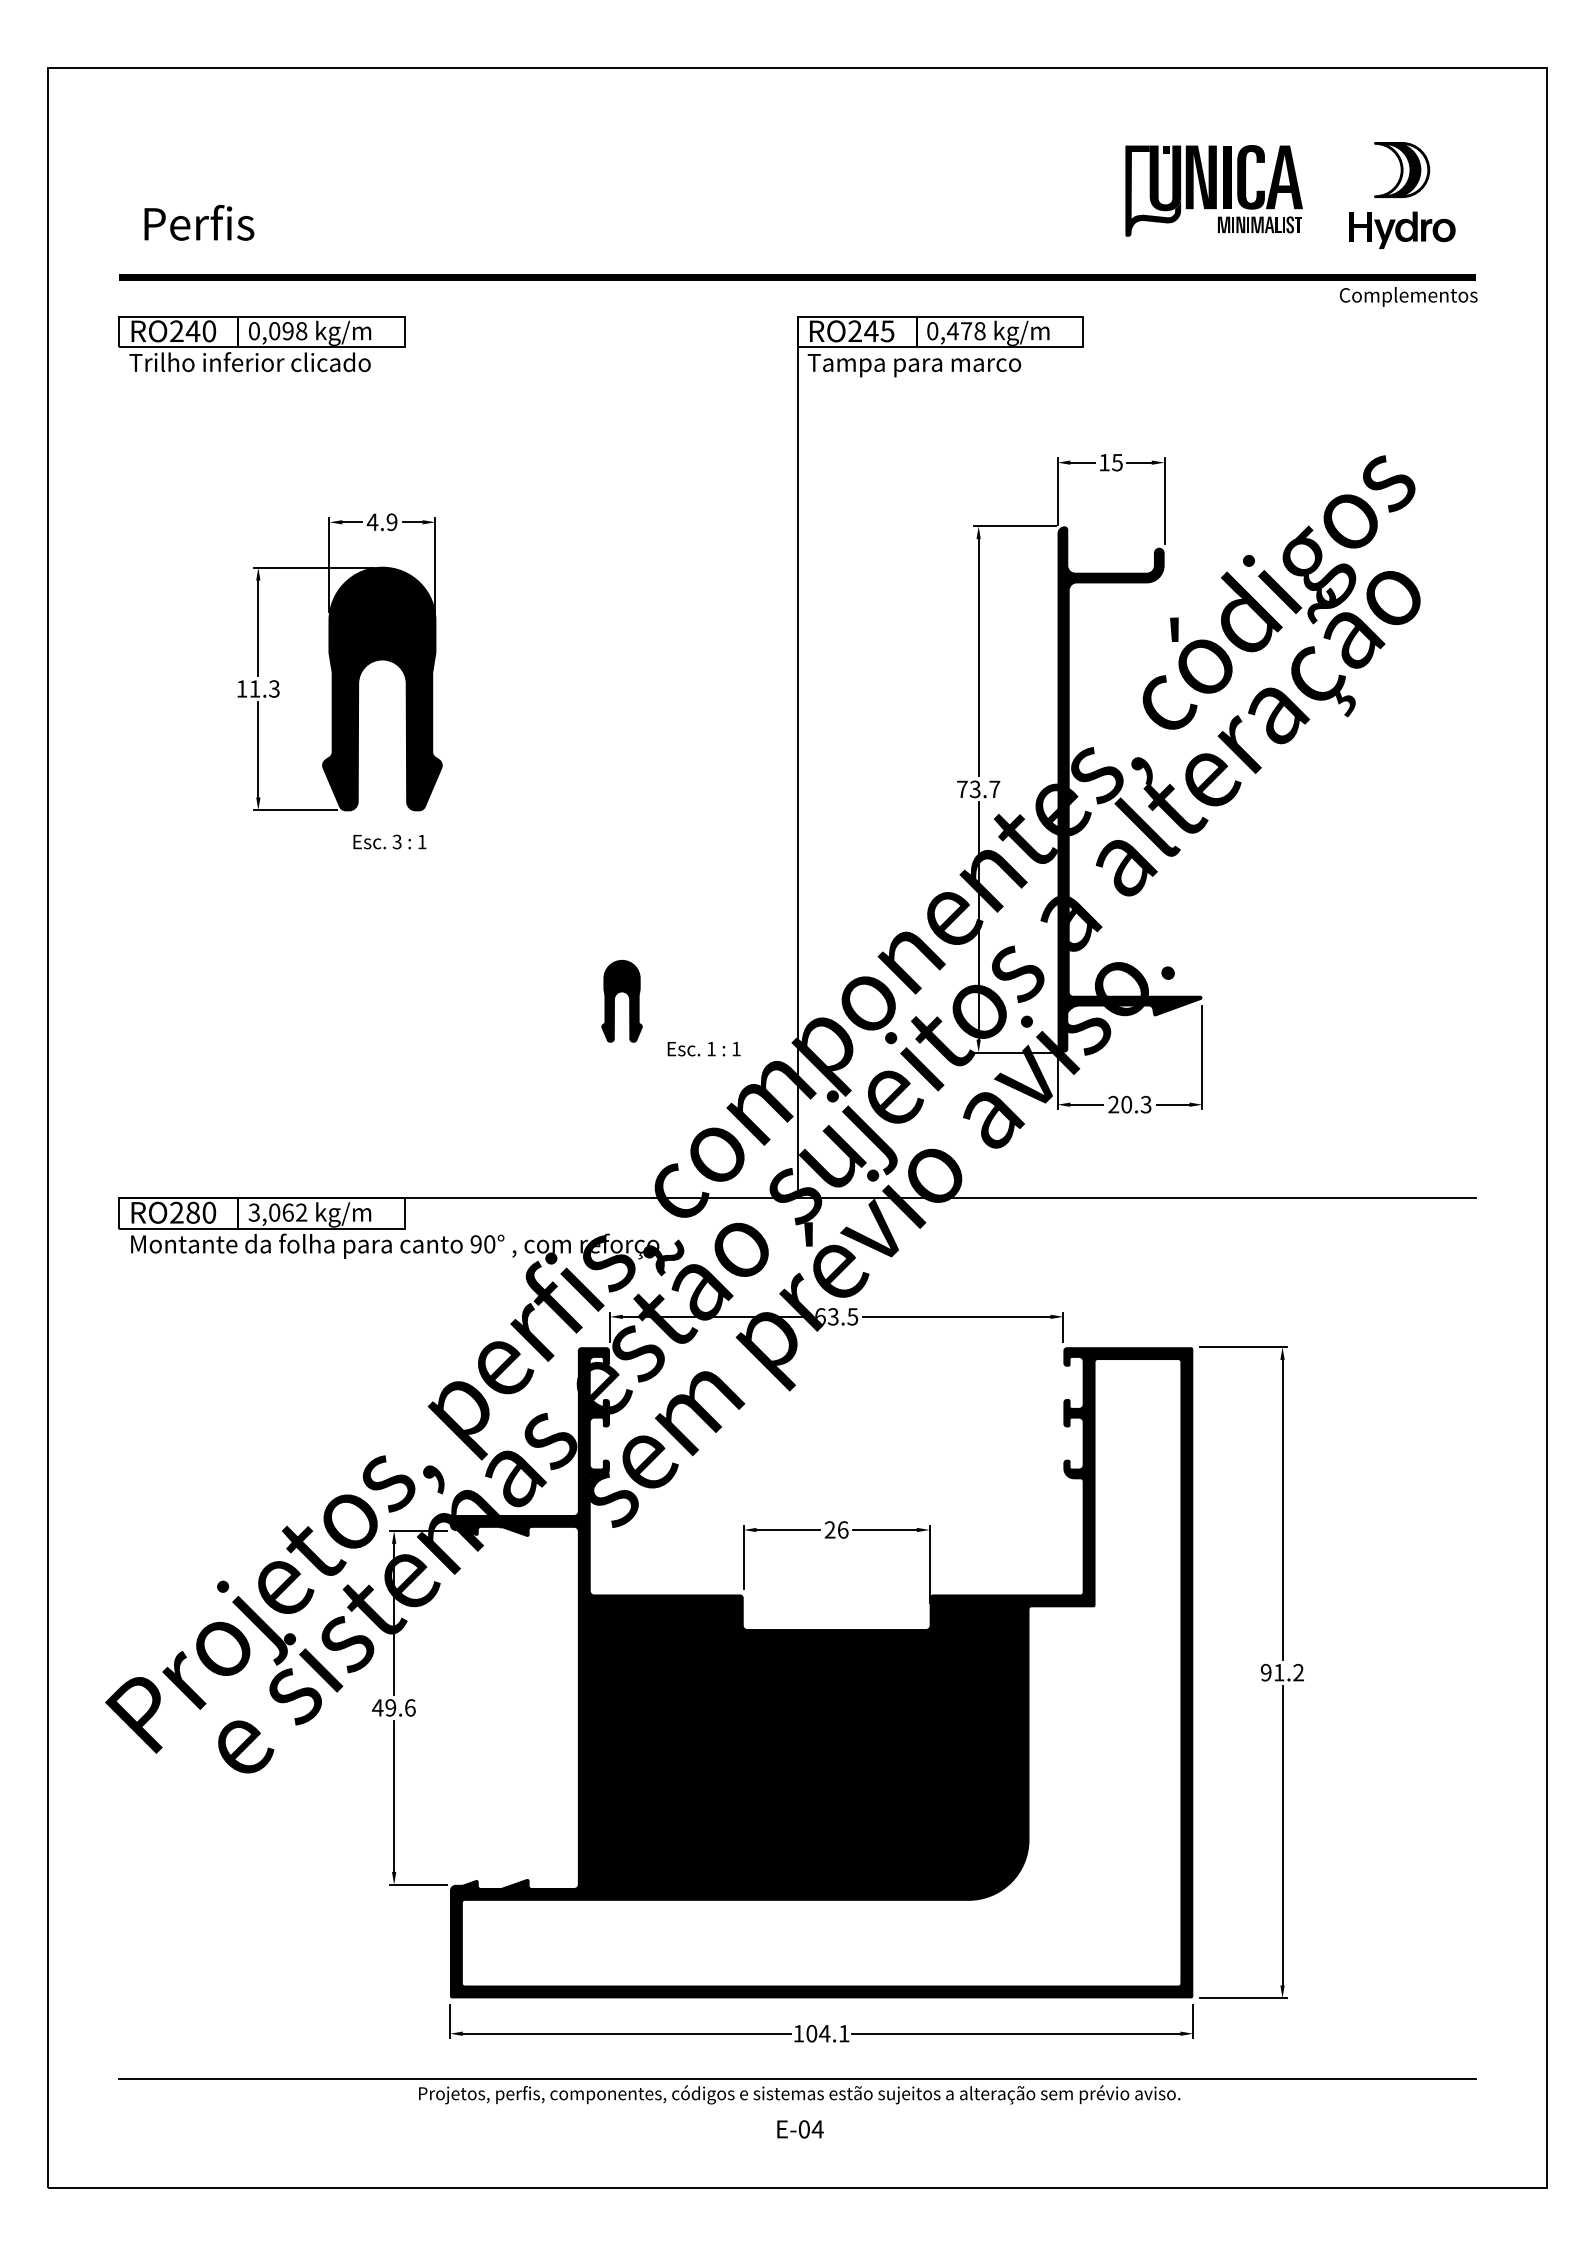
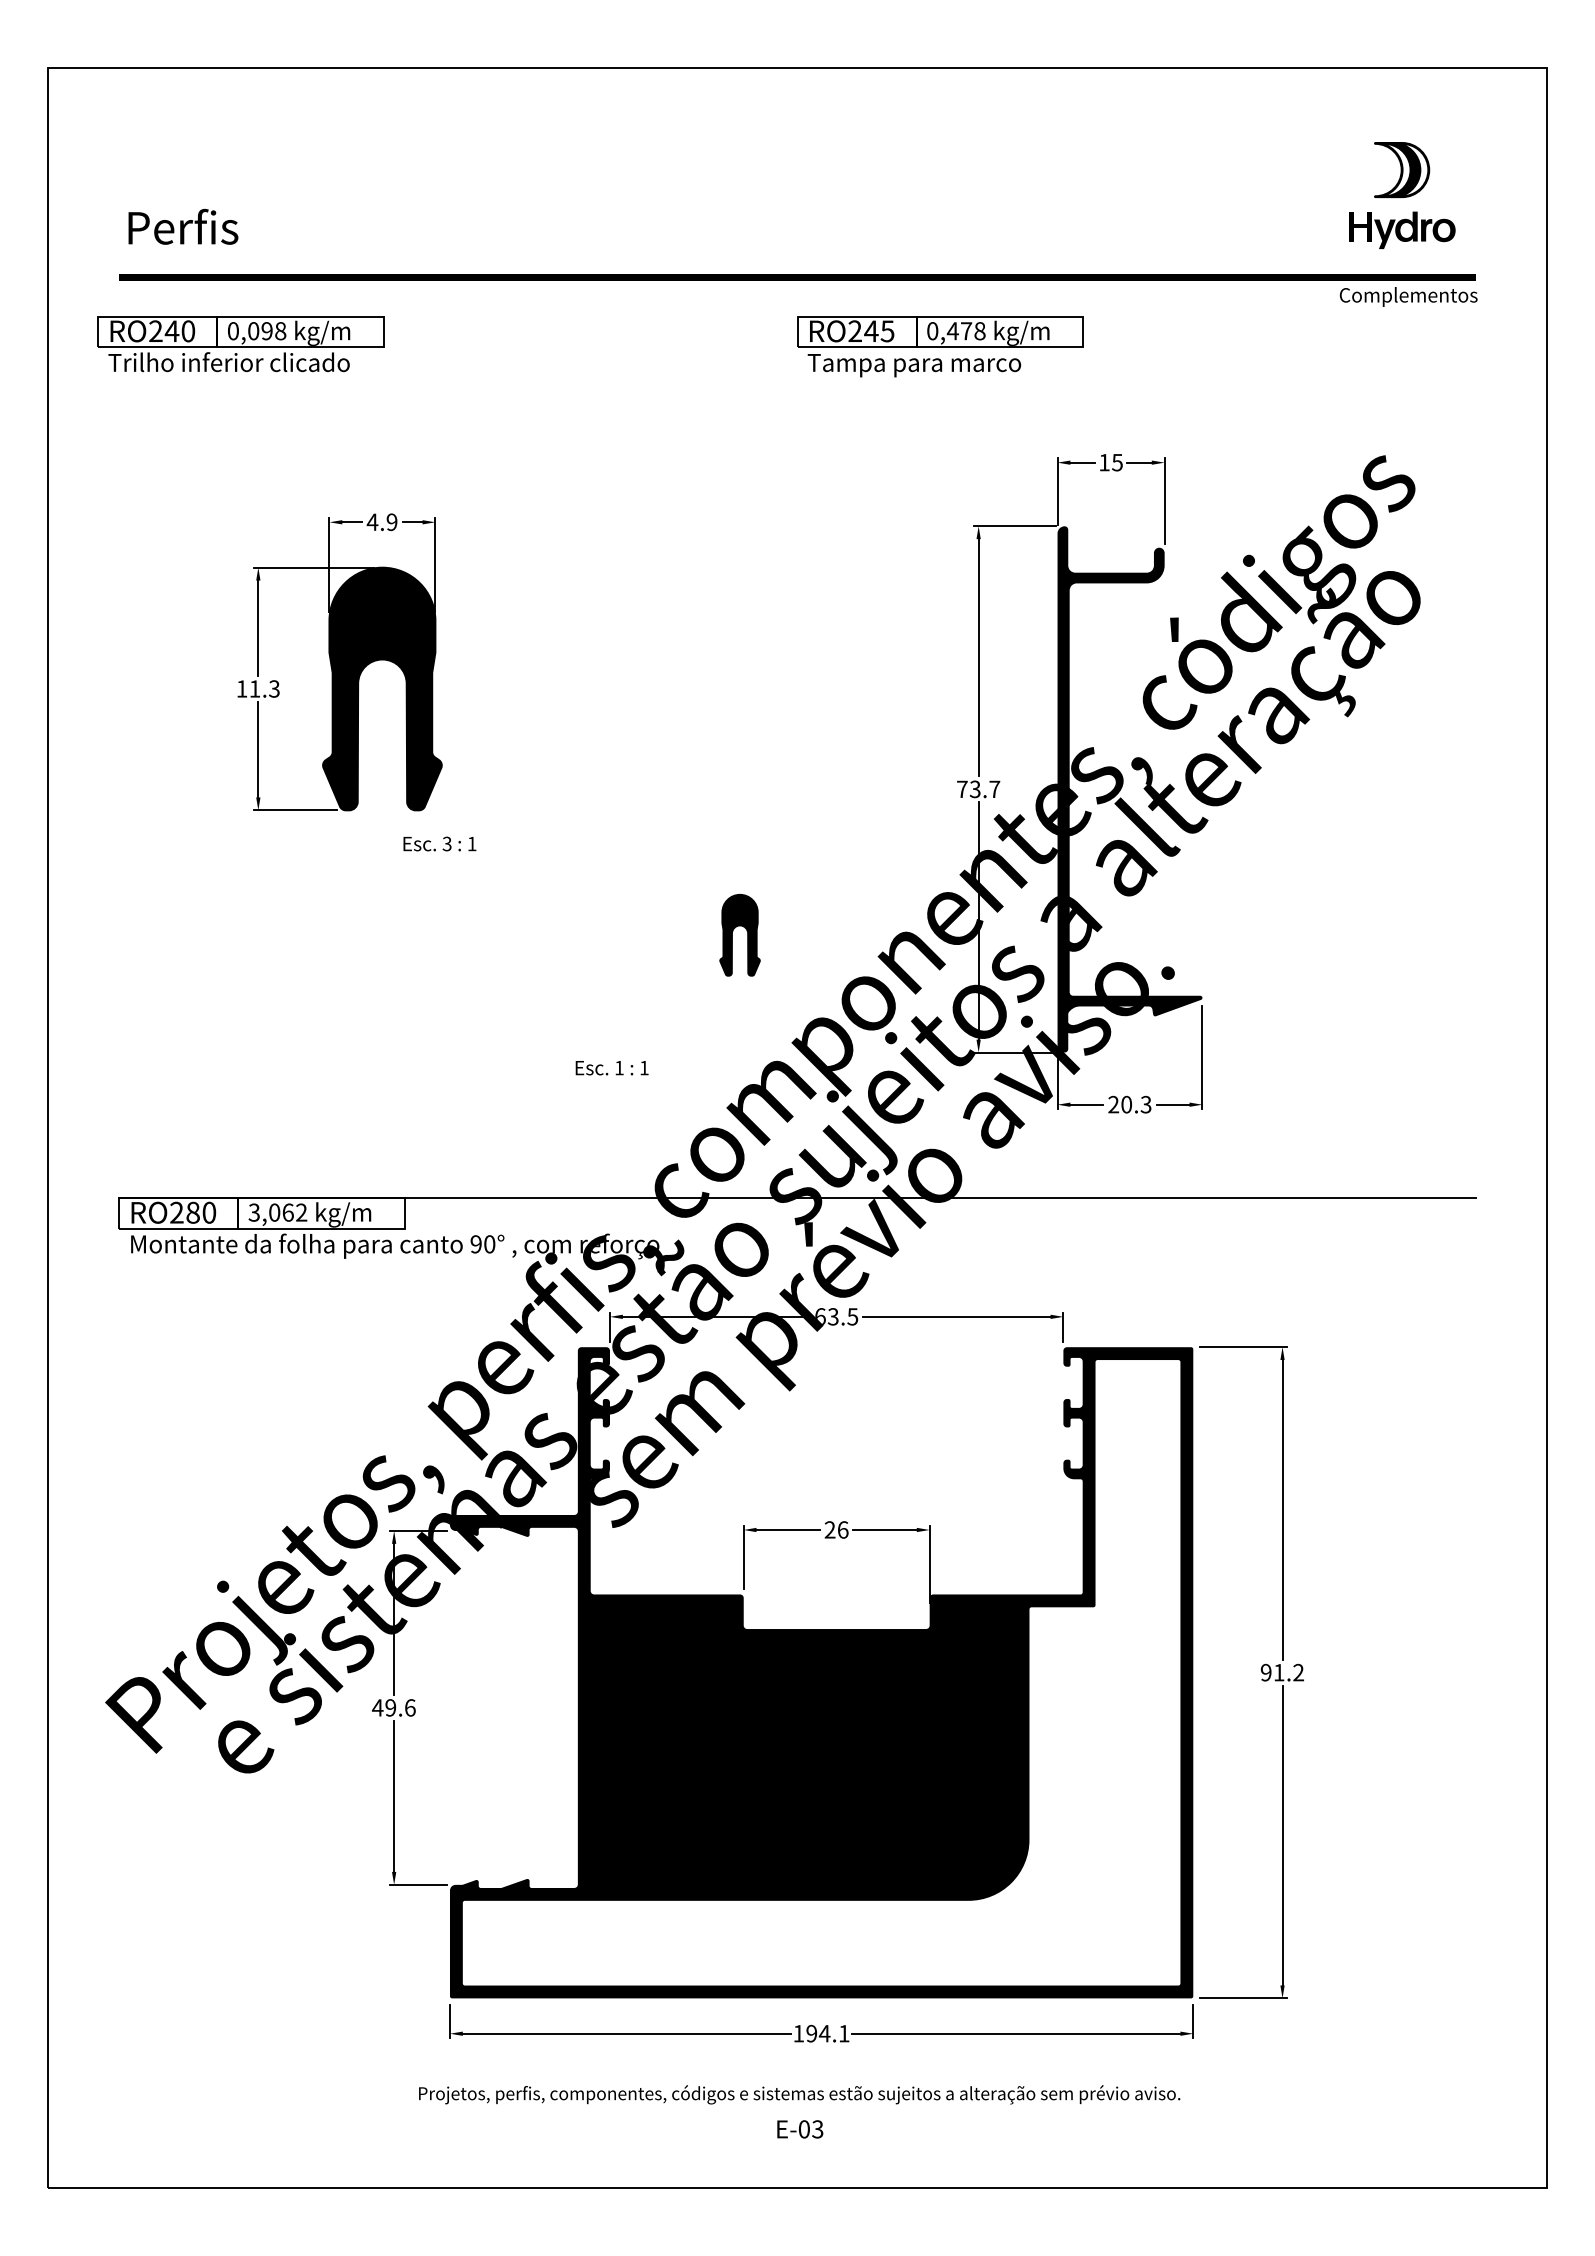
part at (1213, 190): present -> none
text at (199, 222) position: (199, 222) -> (183, 226)
part at (261, 344) position: (261, 344) -> (240, 344)
line at (797, 756): present -> none
text at (389, 841) position: (389, 841) -> (439, 843)
part at (614, 1001) position: (614, 1001) -> (732, 935)
text at (703, 1049) position: (703, 1049) -> (611, 1068)
text at (811, 2033): 104.1 -> 194.1
line at (797, 2079): present -> none
text at (817, 2129): E-04 -> E-03
